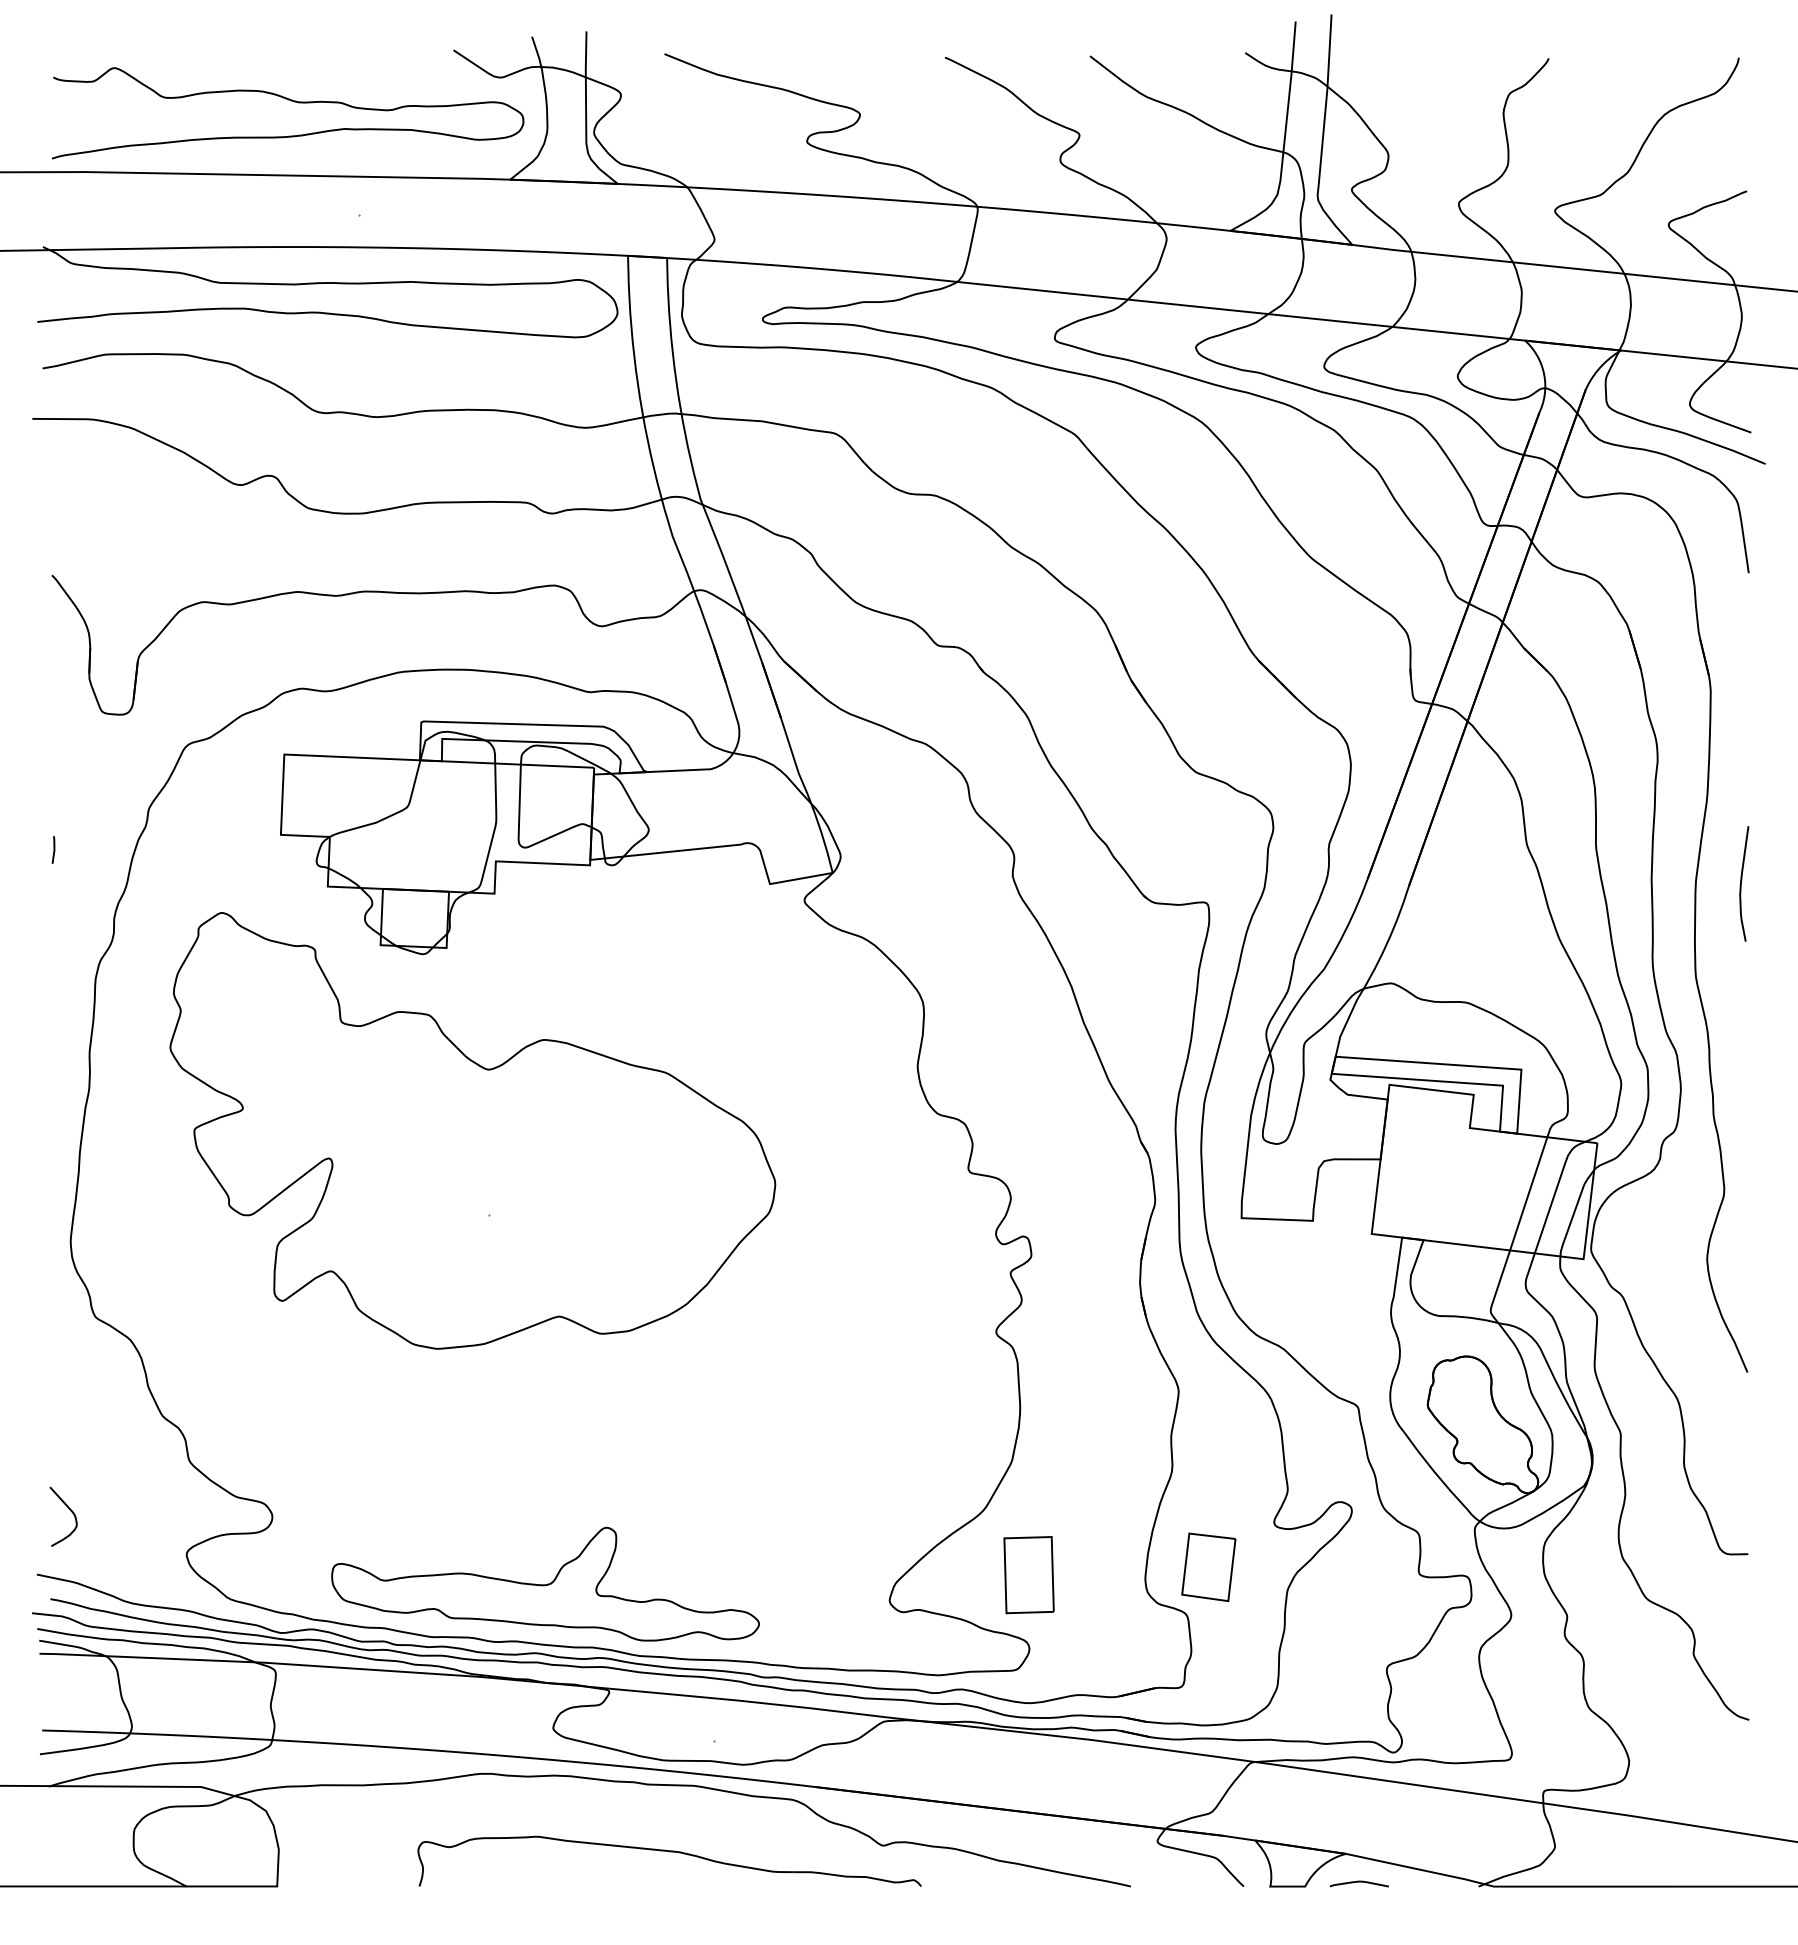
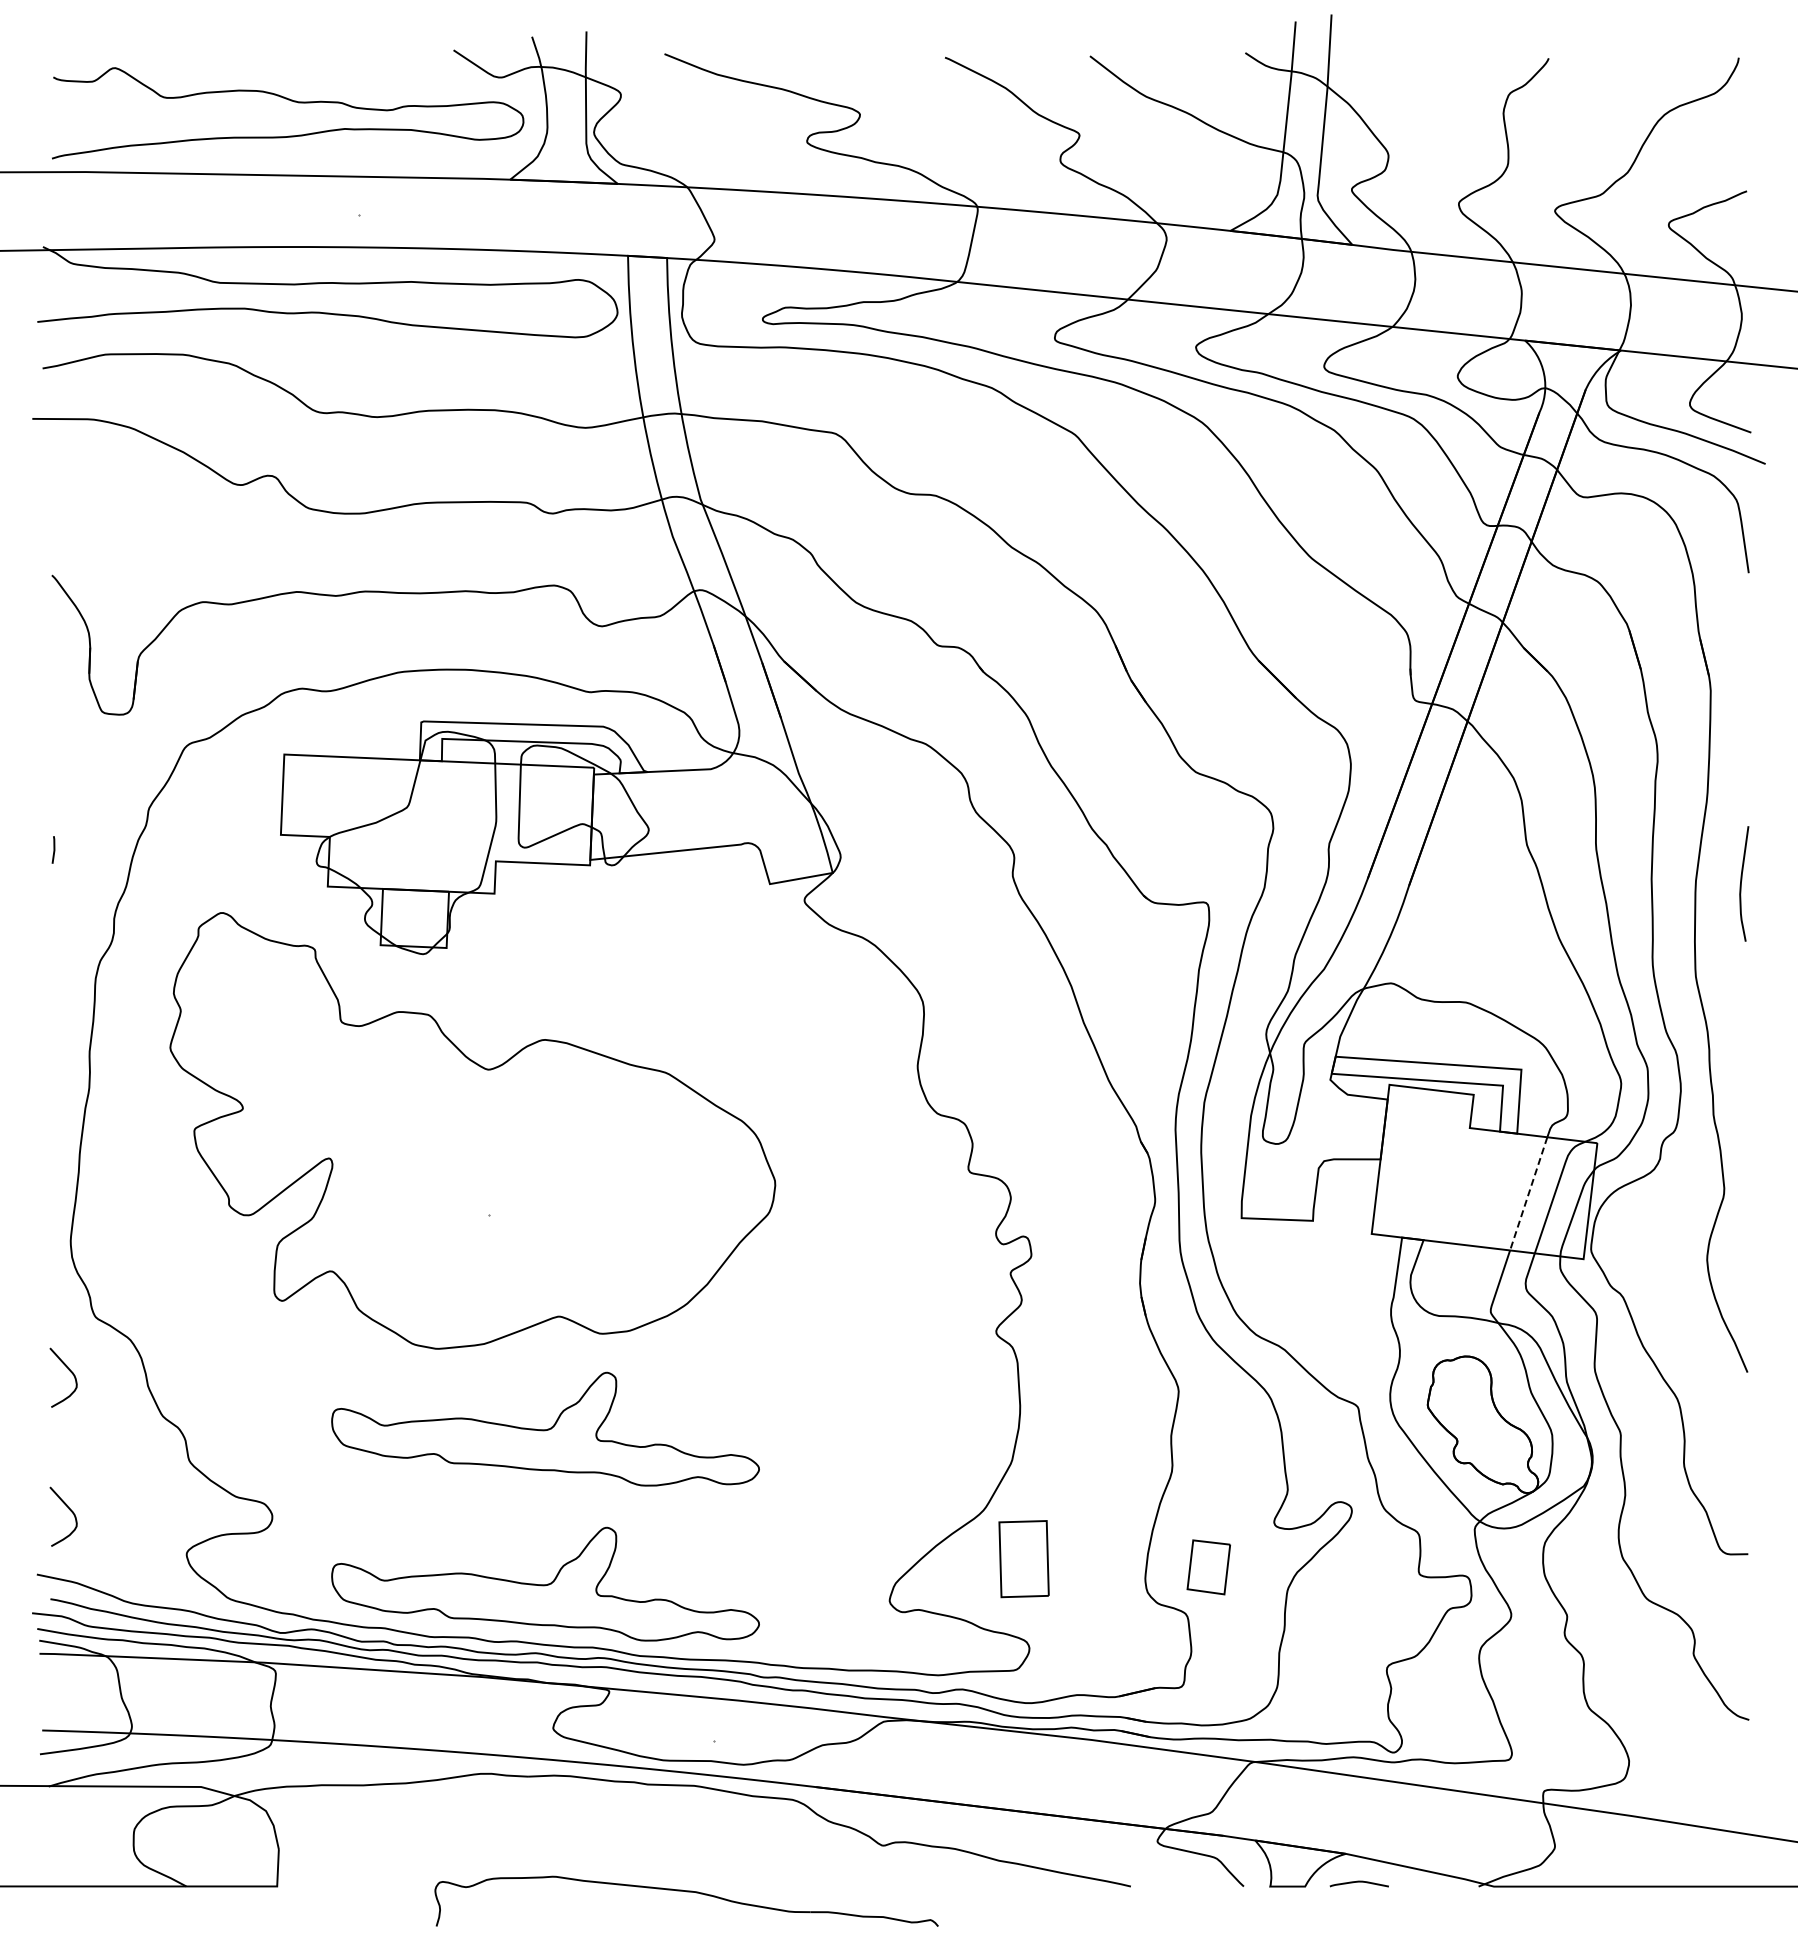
line at (1528, 1193): solid -> dashed
curve at (69, 1371): none -> present
part at (545, 1428): none -> present
part at (1208, 1567) size: 56x71 px -> 45x57 px
part at (1028, 1575) position: (1028, 1575) -> (1023, 1559)
part at (669, 1852) position: (669, 1852) -> (686, 1892)
